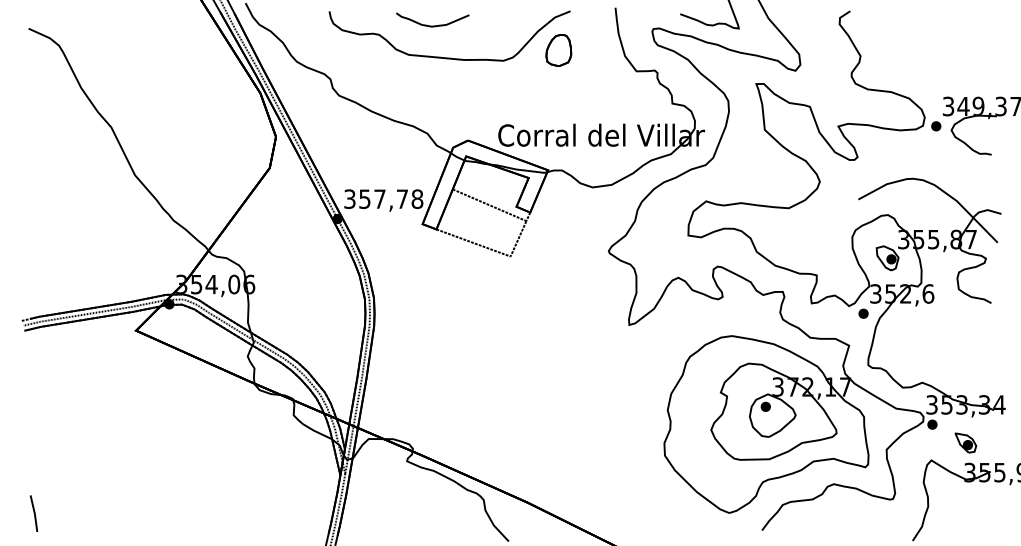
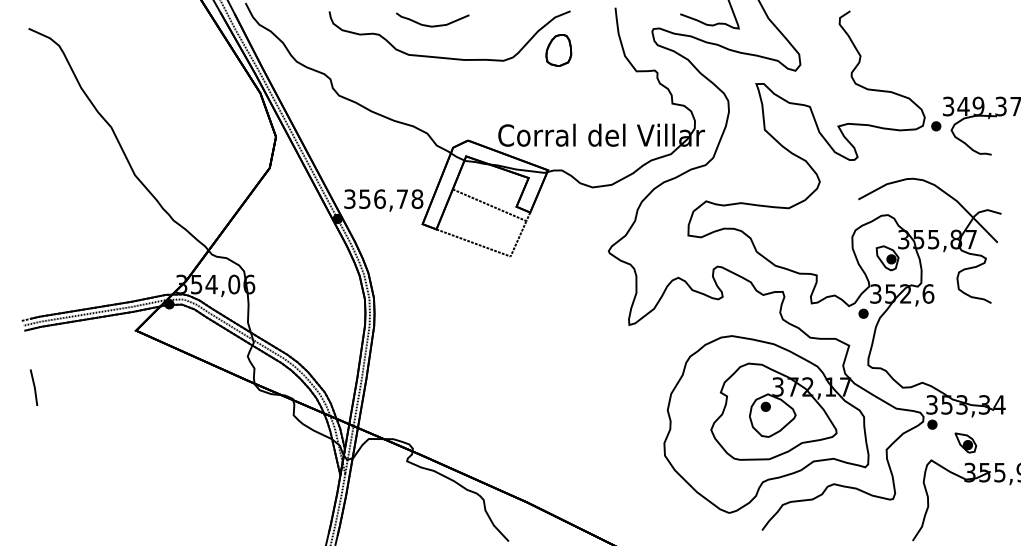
text at (379, 199): 357,78 -> 356,78
line at (33, 513) position: (33, 513) -> (33, 387)
